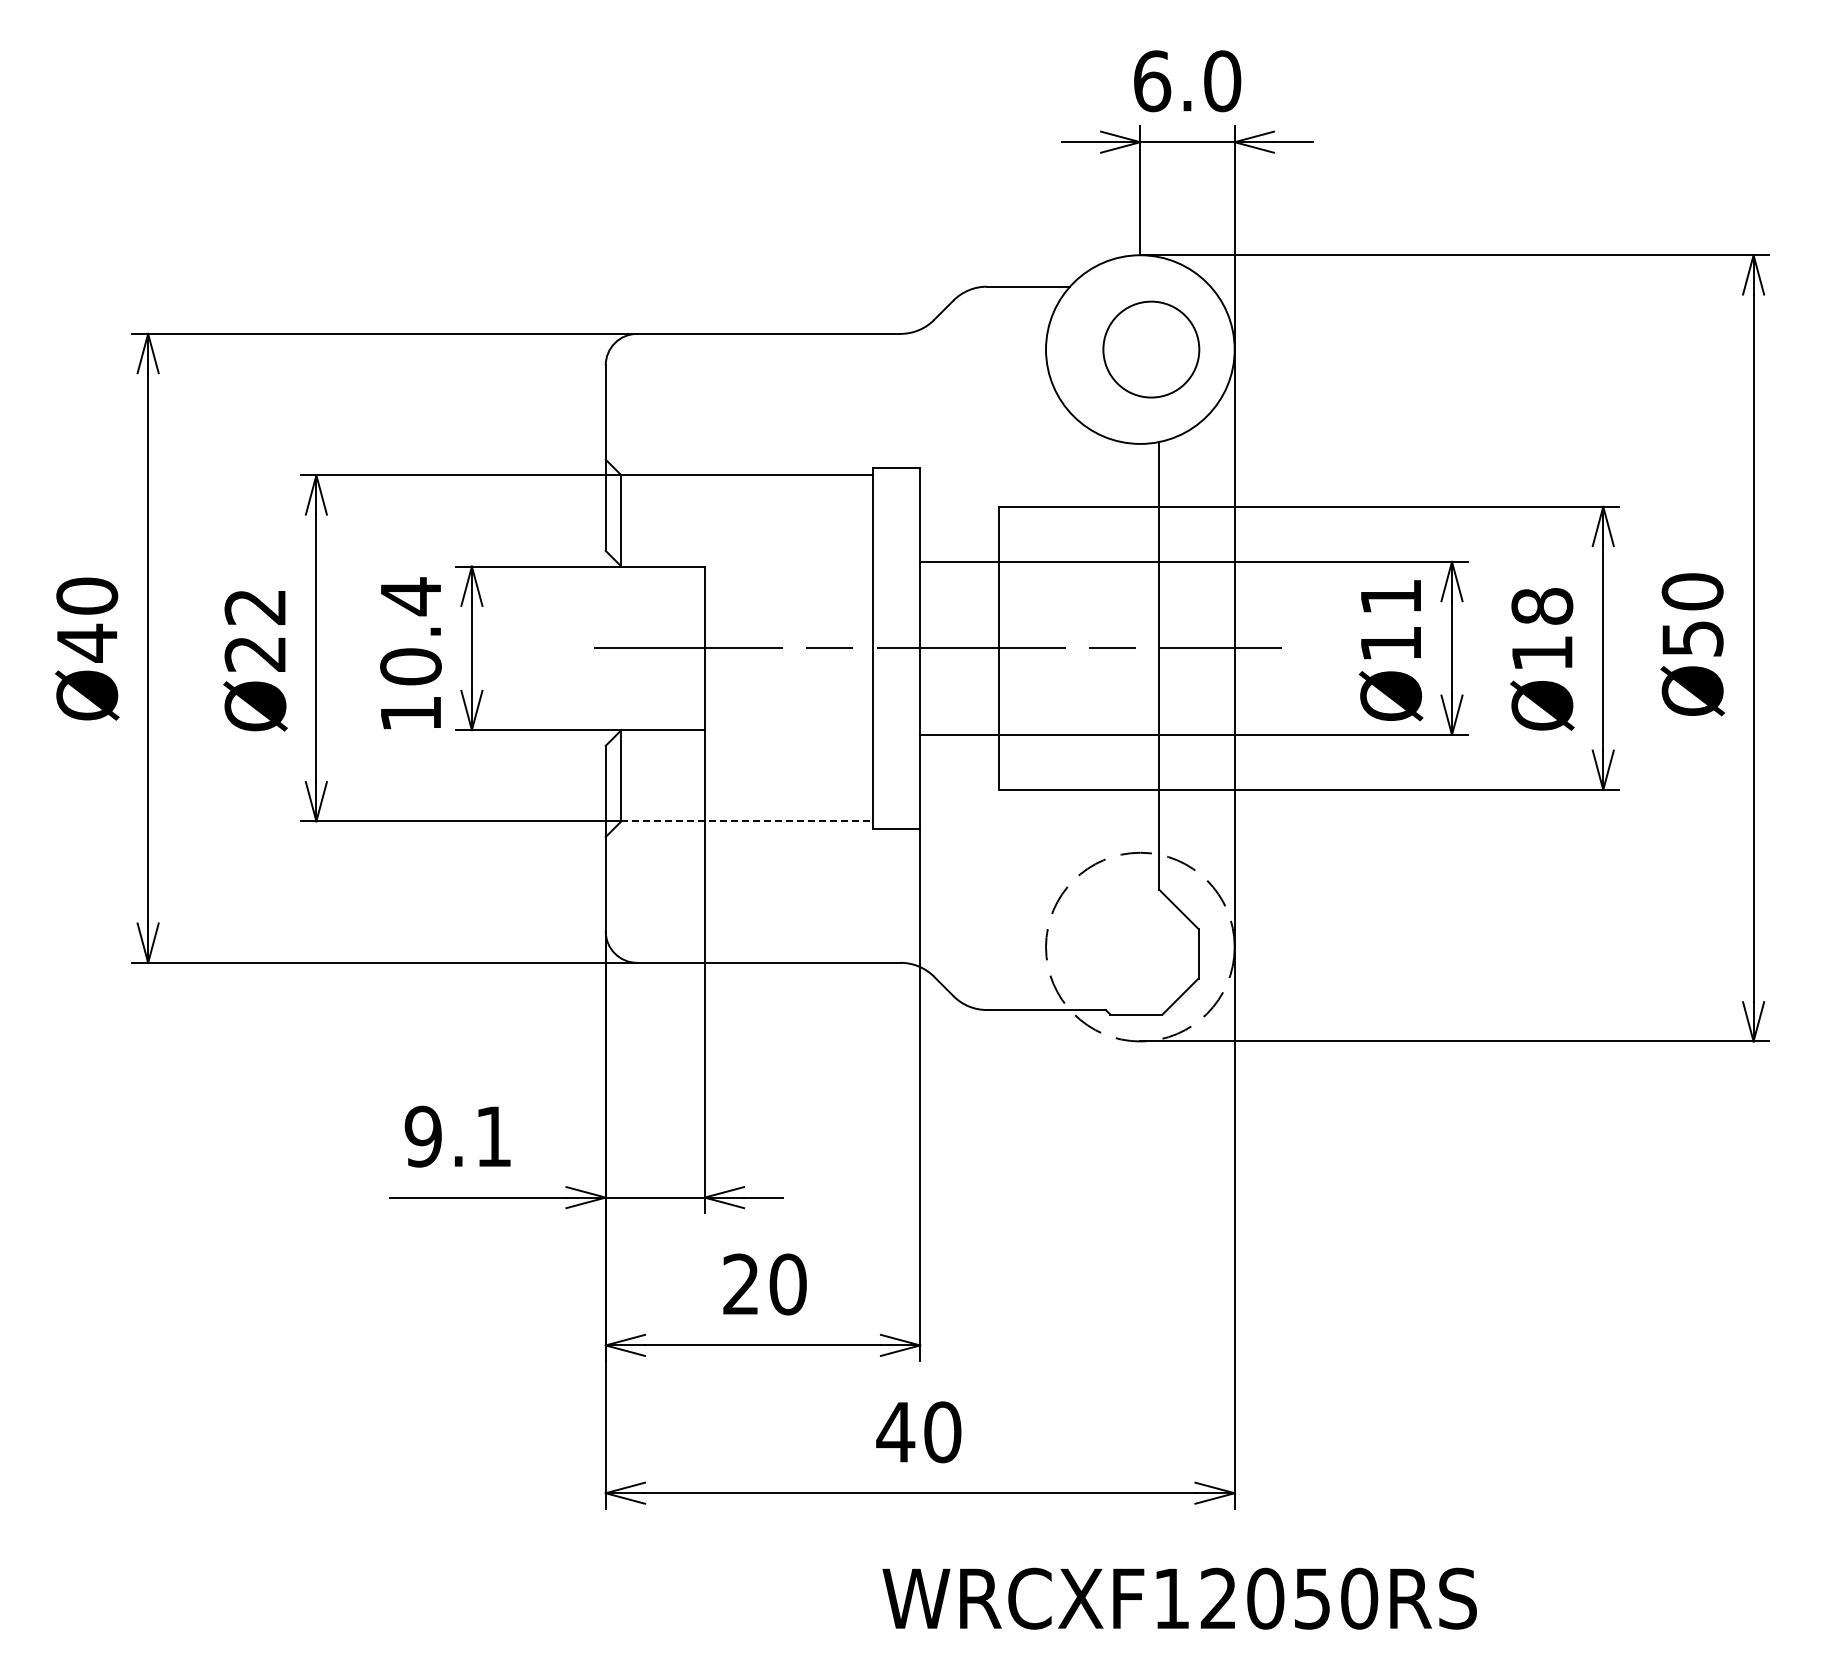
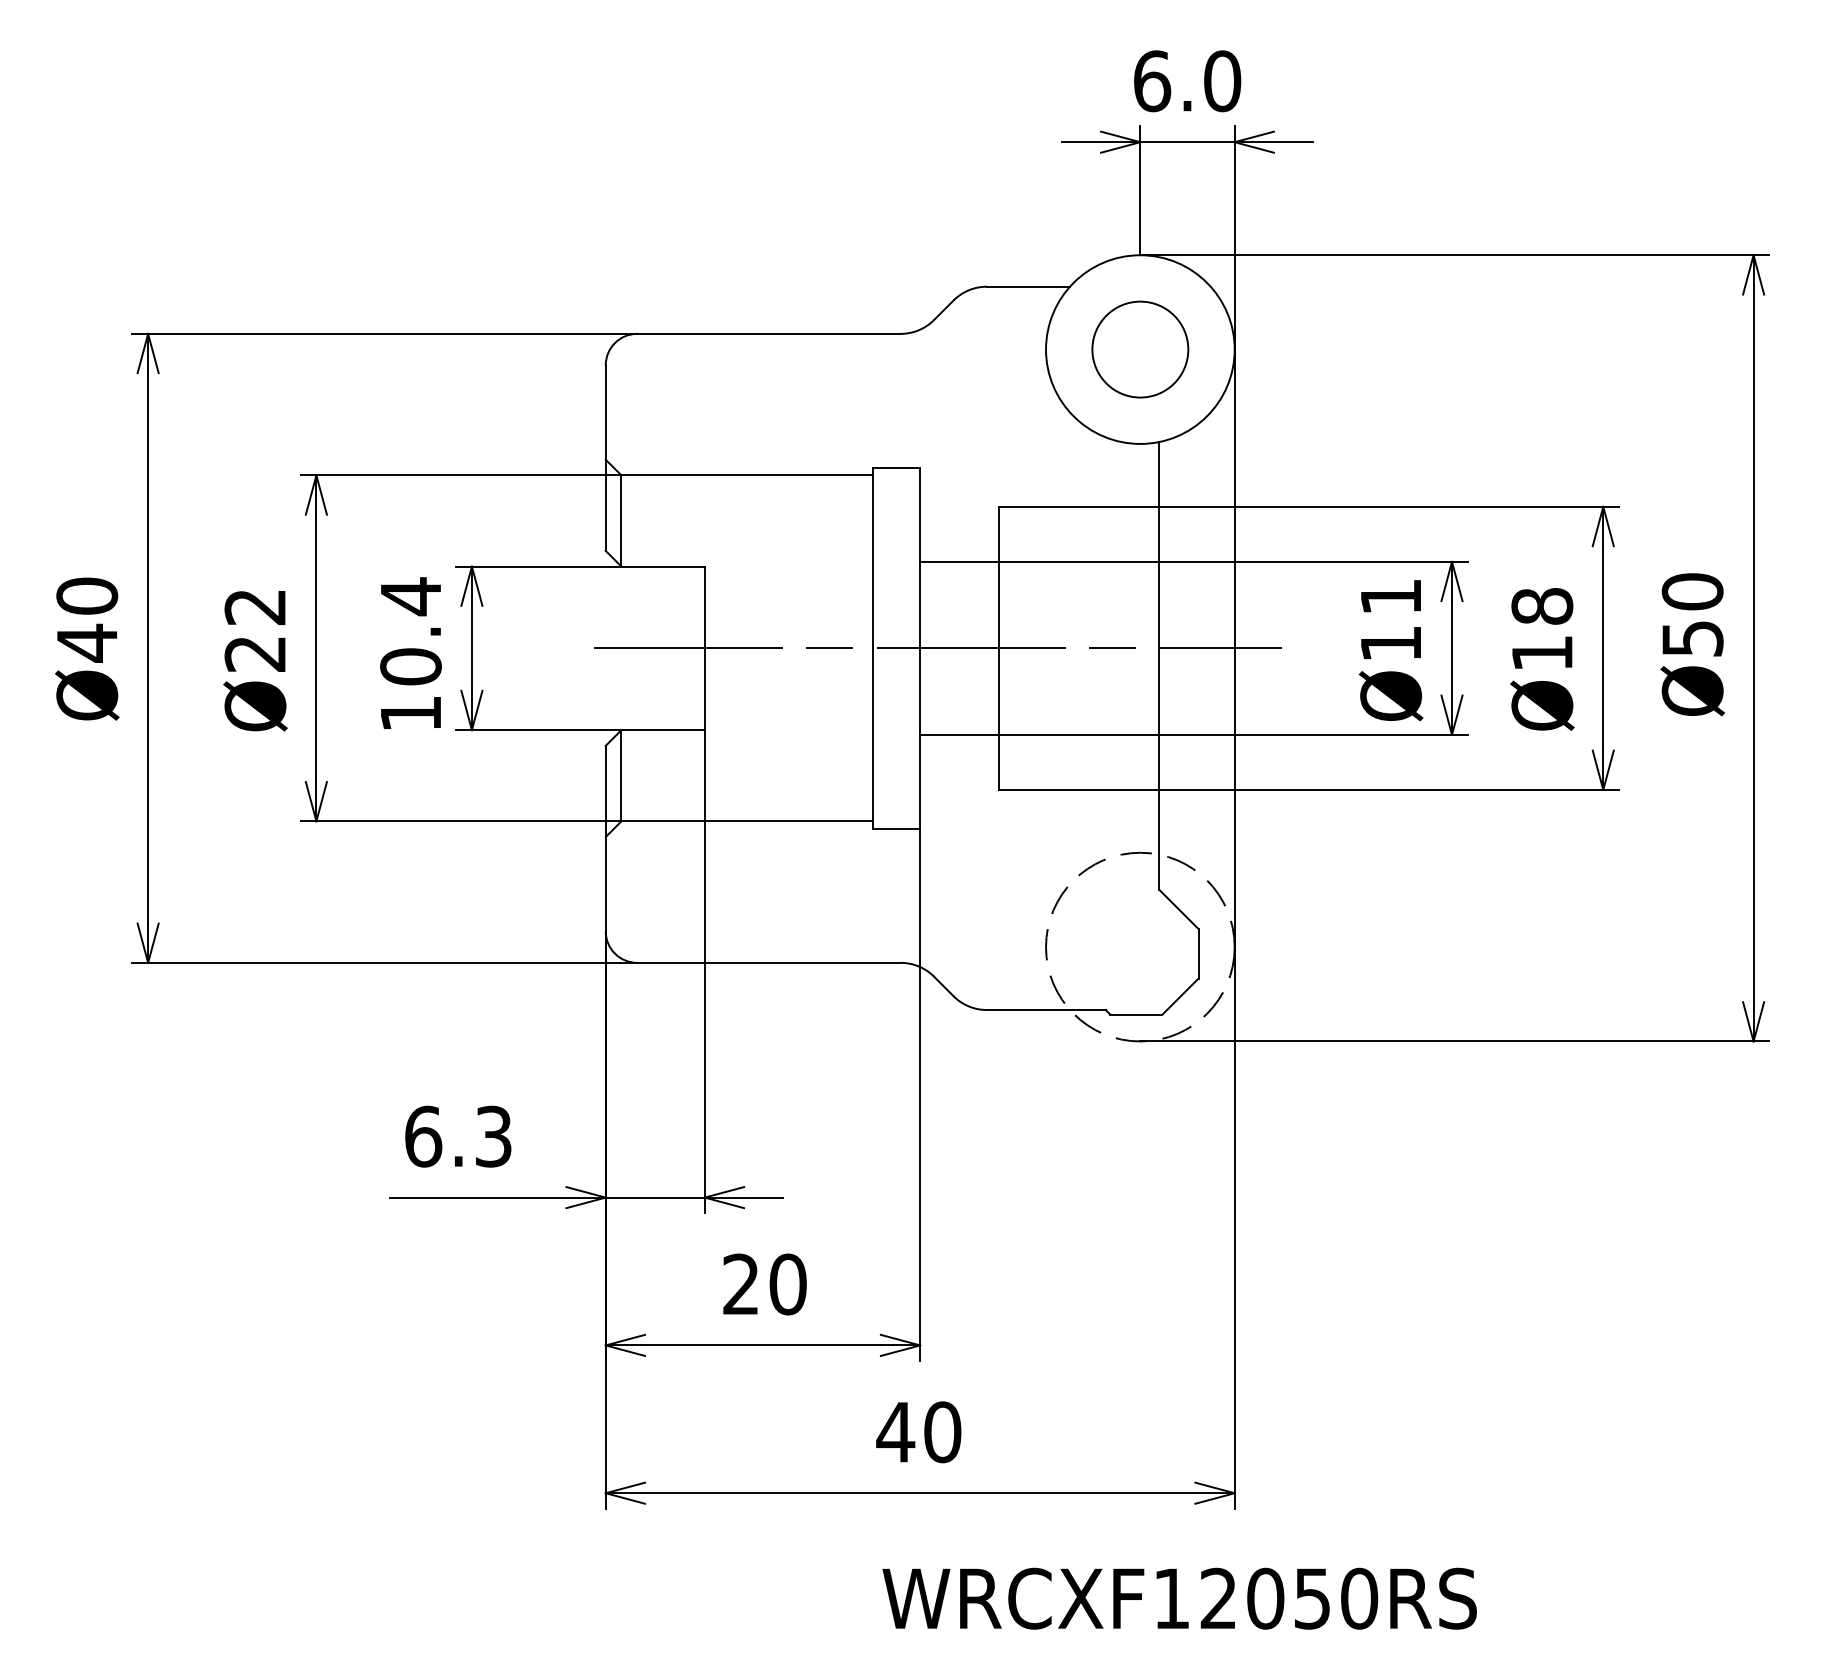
circle at (1151, 349) position: (1151, 349) -> (1140, 349)
line at (747, 821): dashed -> solid
text at (457, 1136): 9.1 -> 6.3
